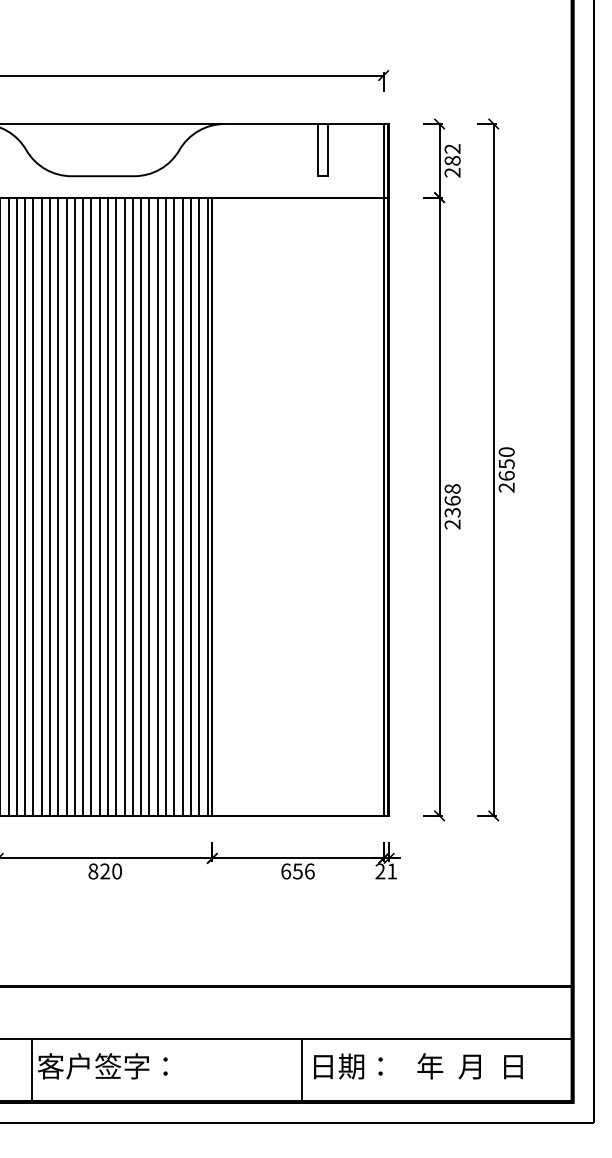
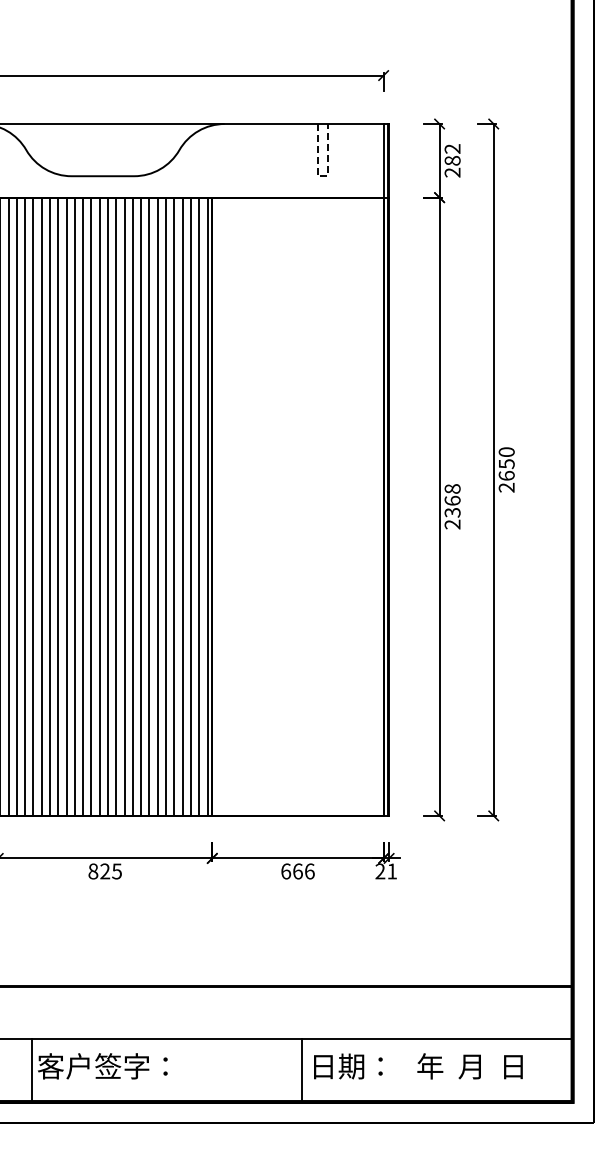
line at (323, 176): solid -> dashed
text at (116, 871): 820 -> 825
text at (297, 871): 656 -> 666
